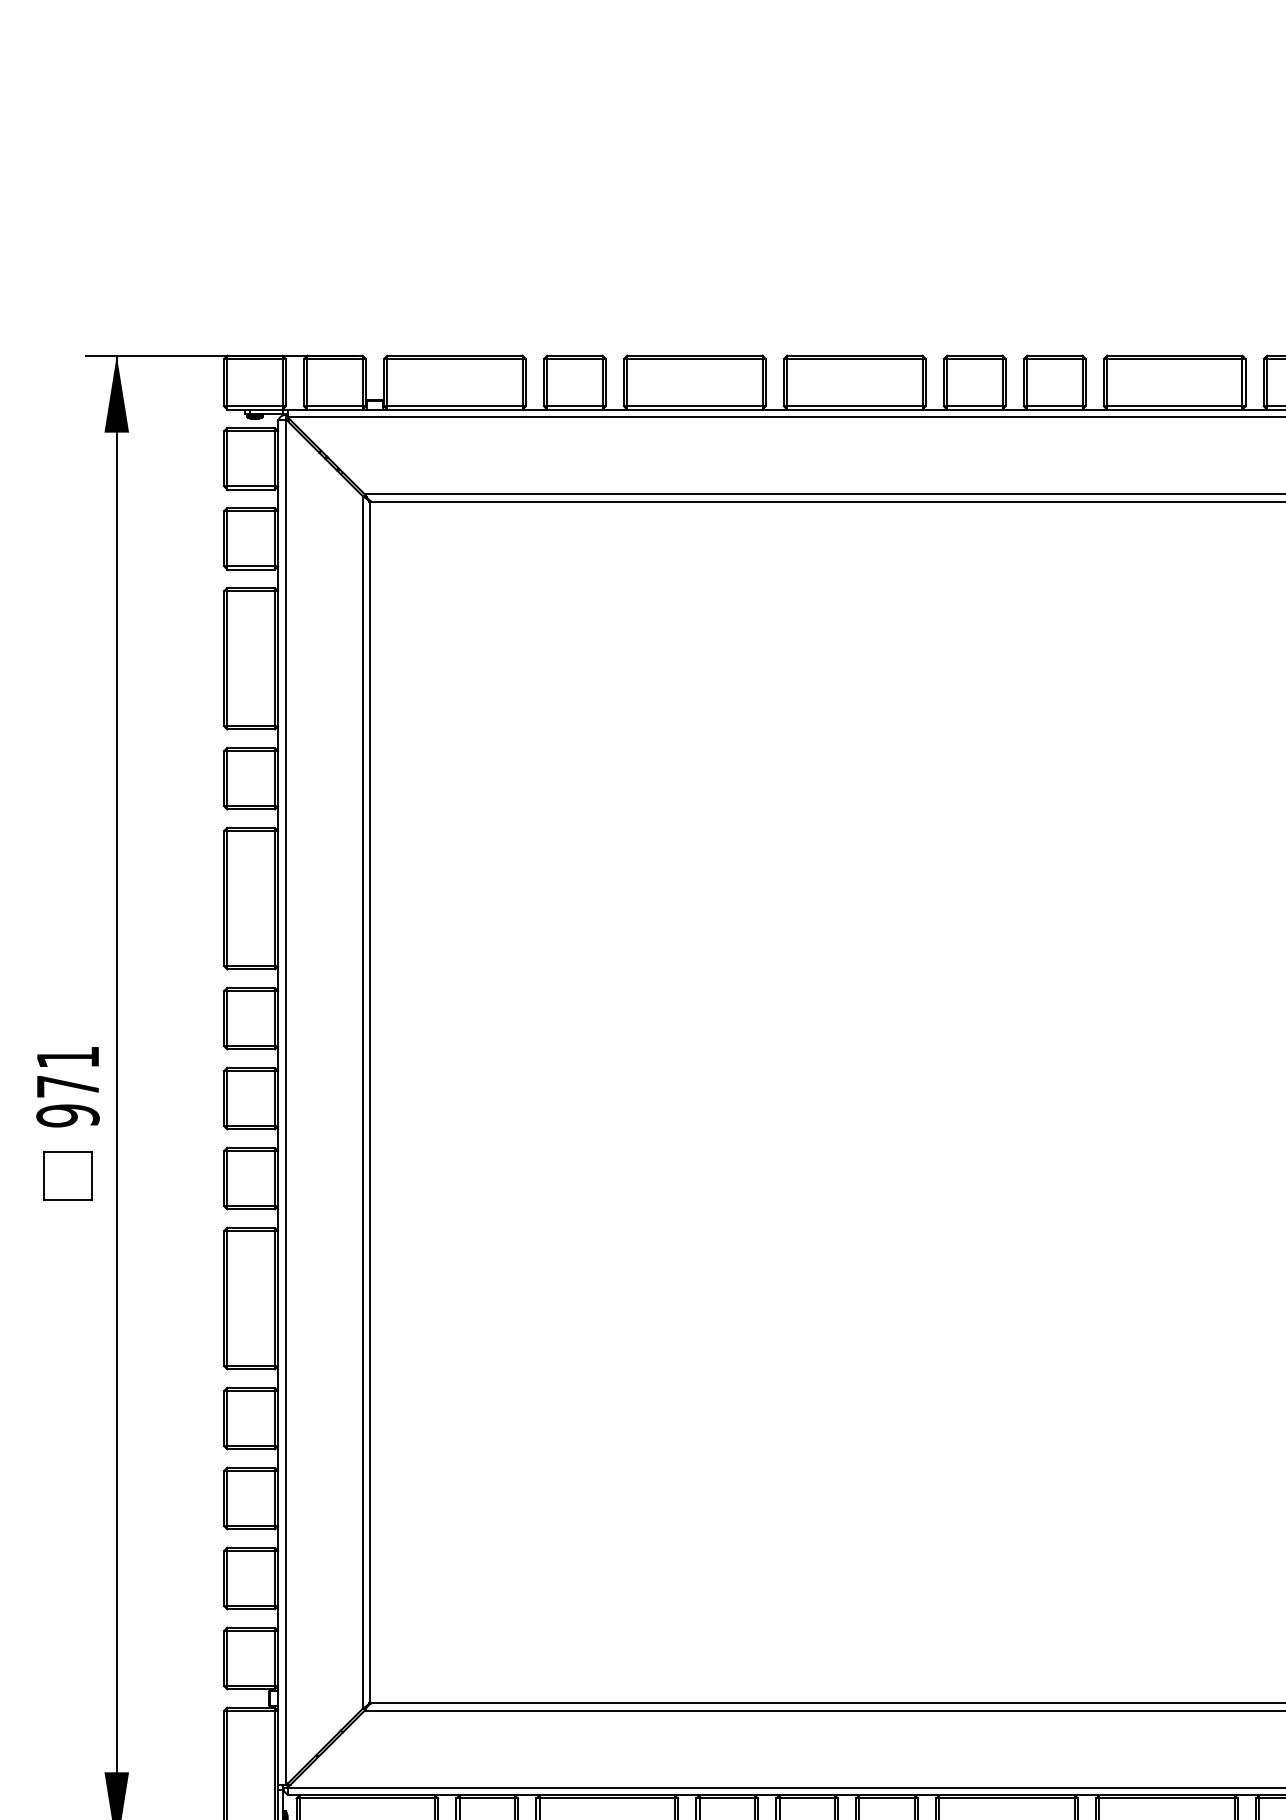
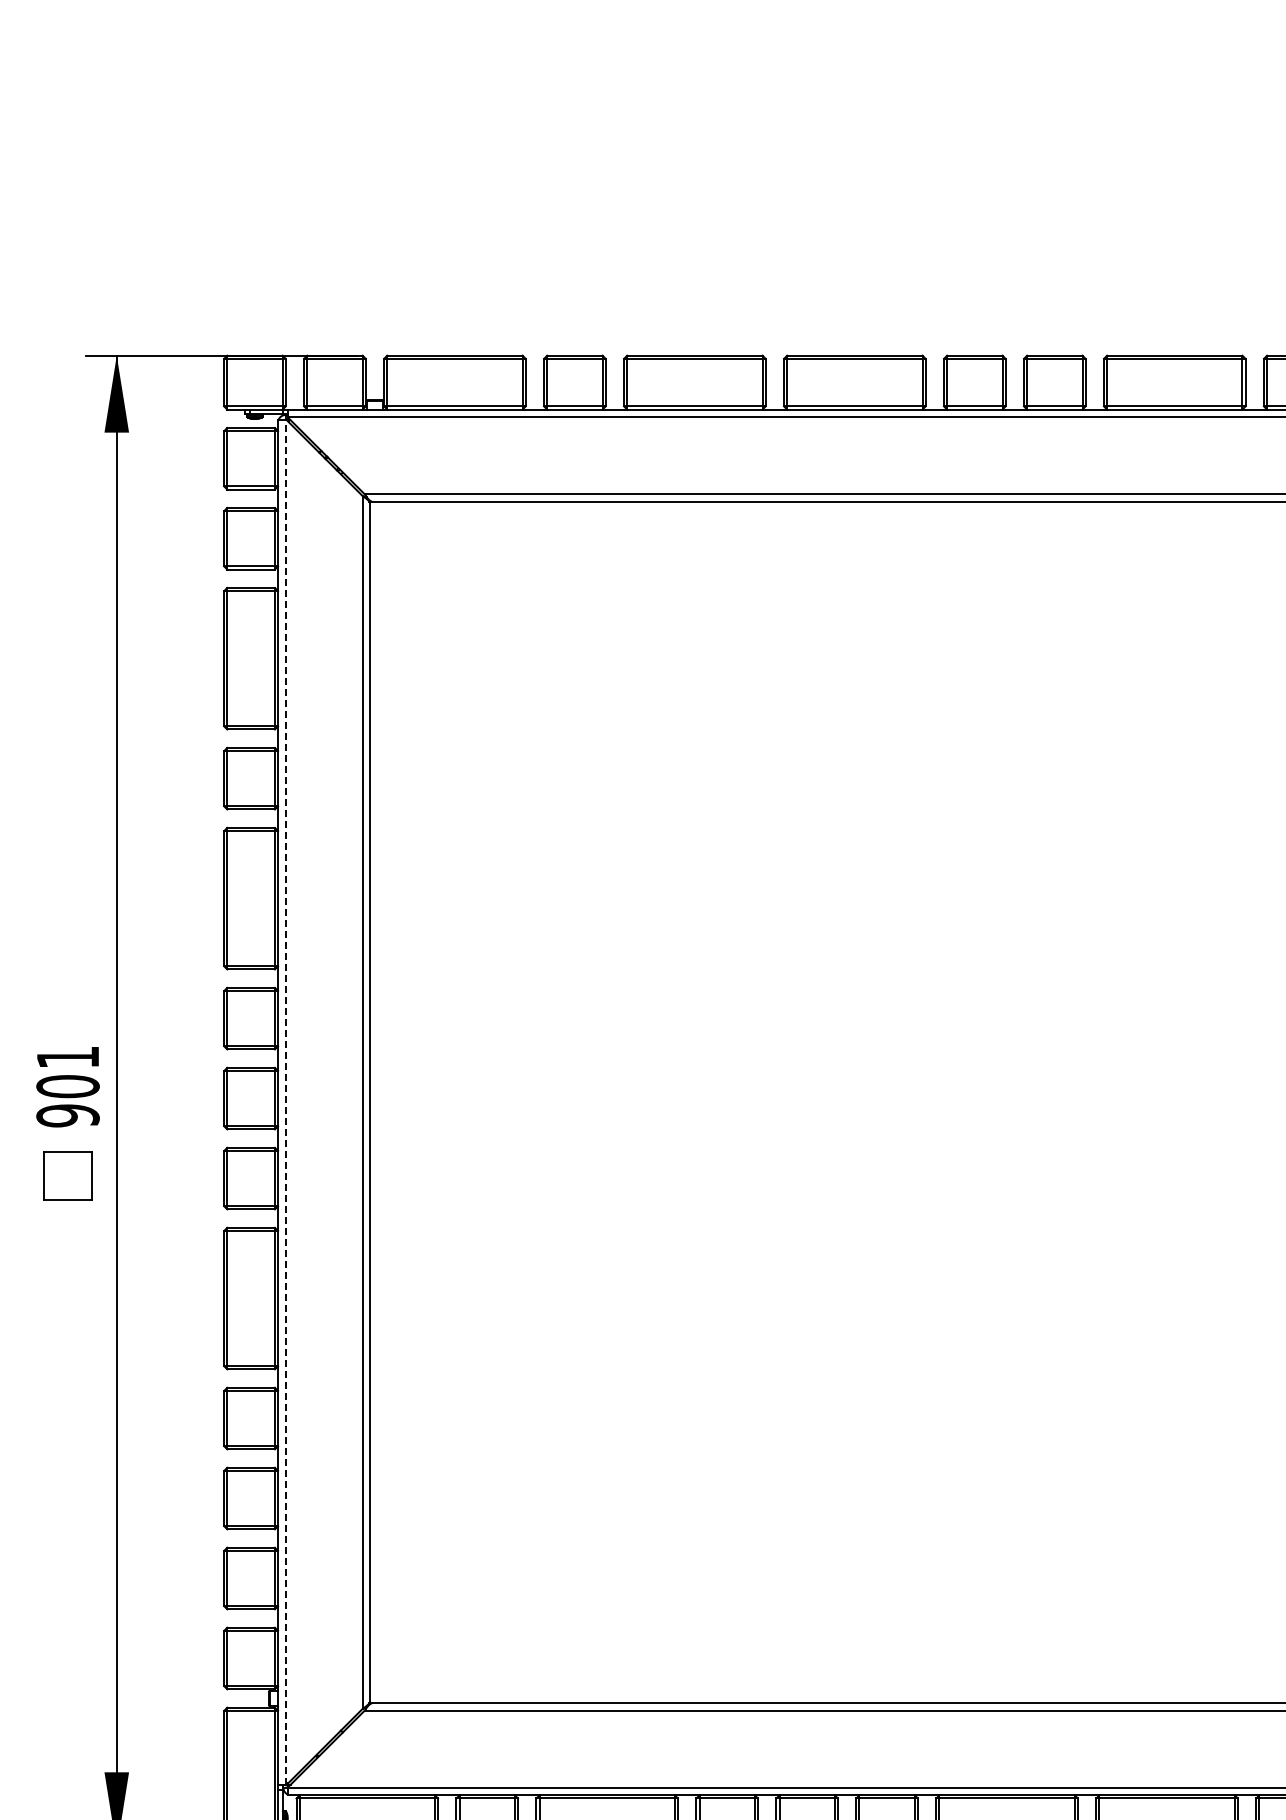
text at (67, 1086): 971 -> 901
line at (285, 1102): solid -> dashed
